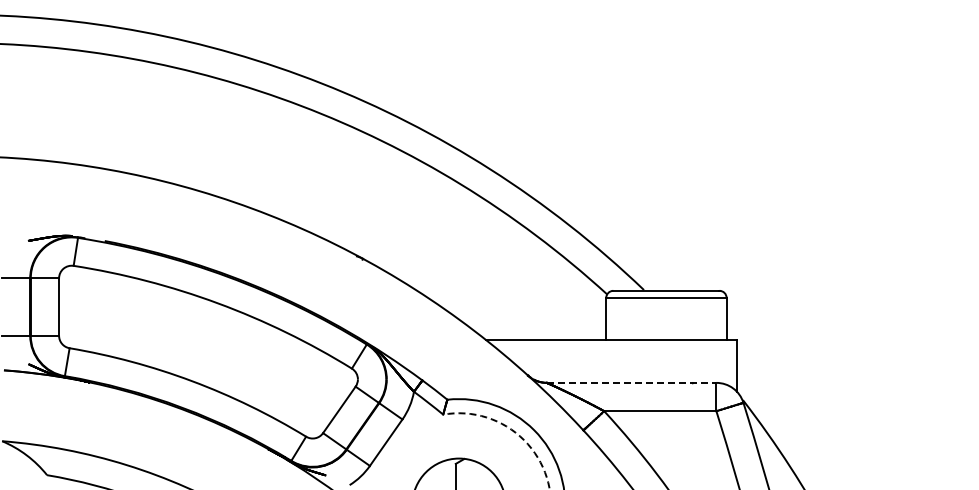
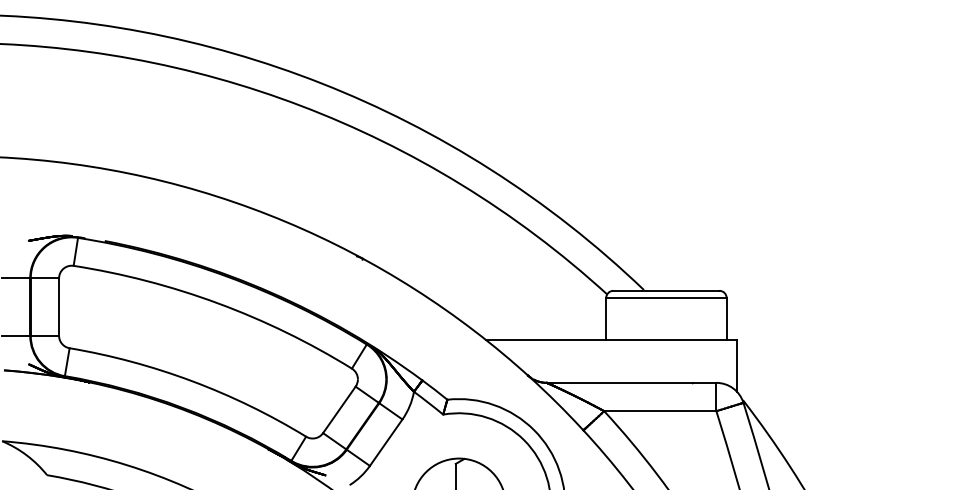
line at (631, 382): dashed -> solid
arc at (512, 430): dashed -> solid
